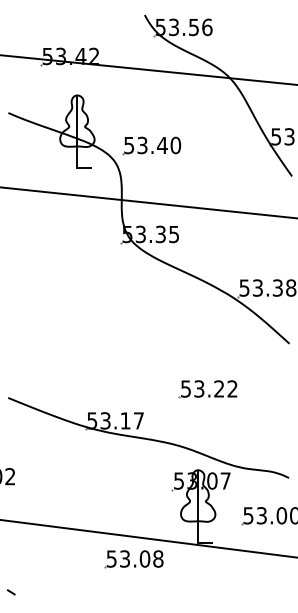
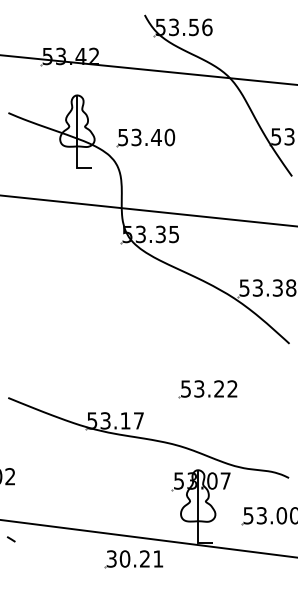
part at (151, 145) position: (151, 145) -> (145, 137)
line at (148, 202) position: (148, 202) -> (148, 210)
text at (135, 558): 53.08 -> 30.21
line at (10, 592) position: (10, 592) -> (10, 539)
